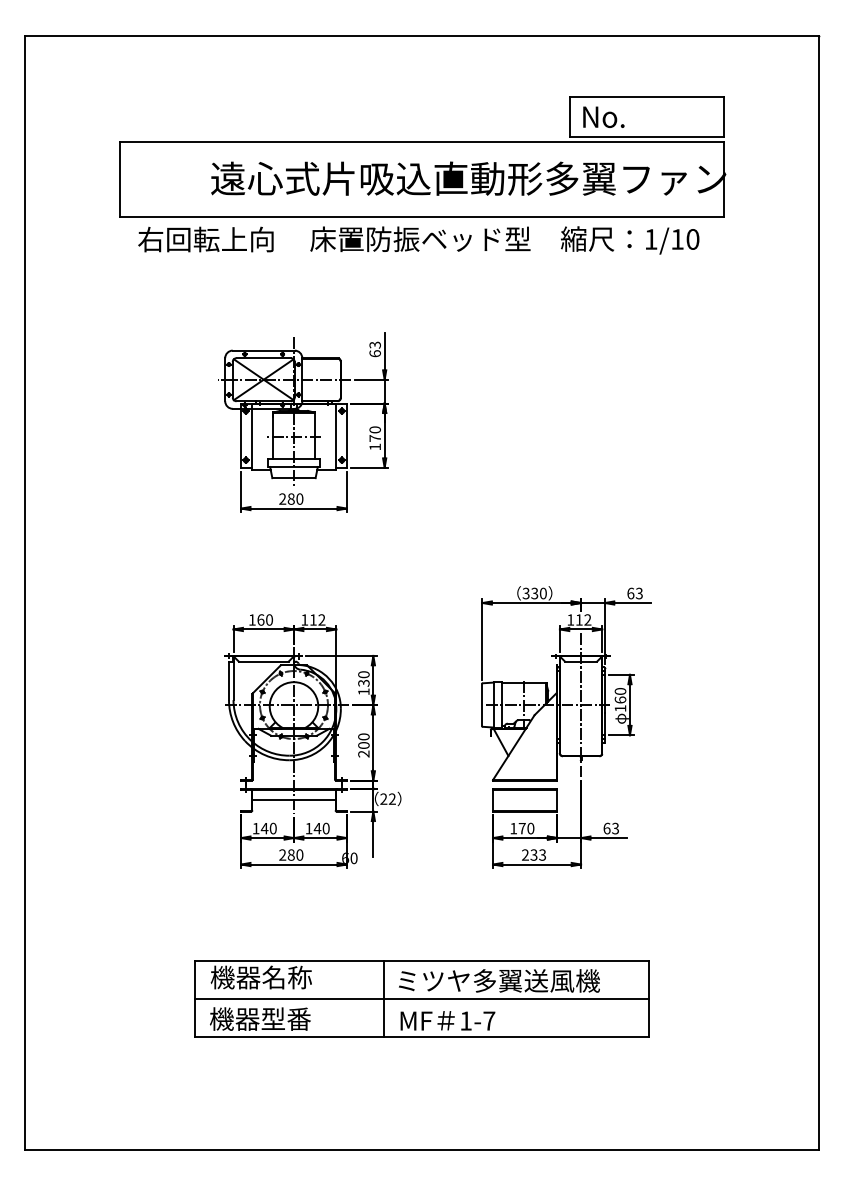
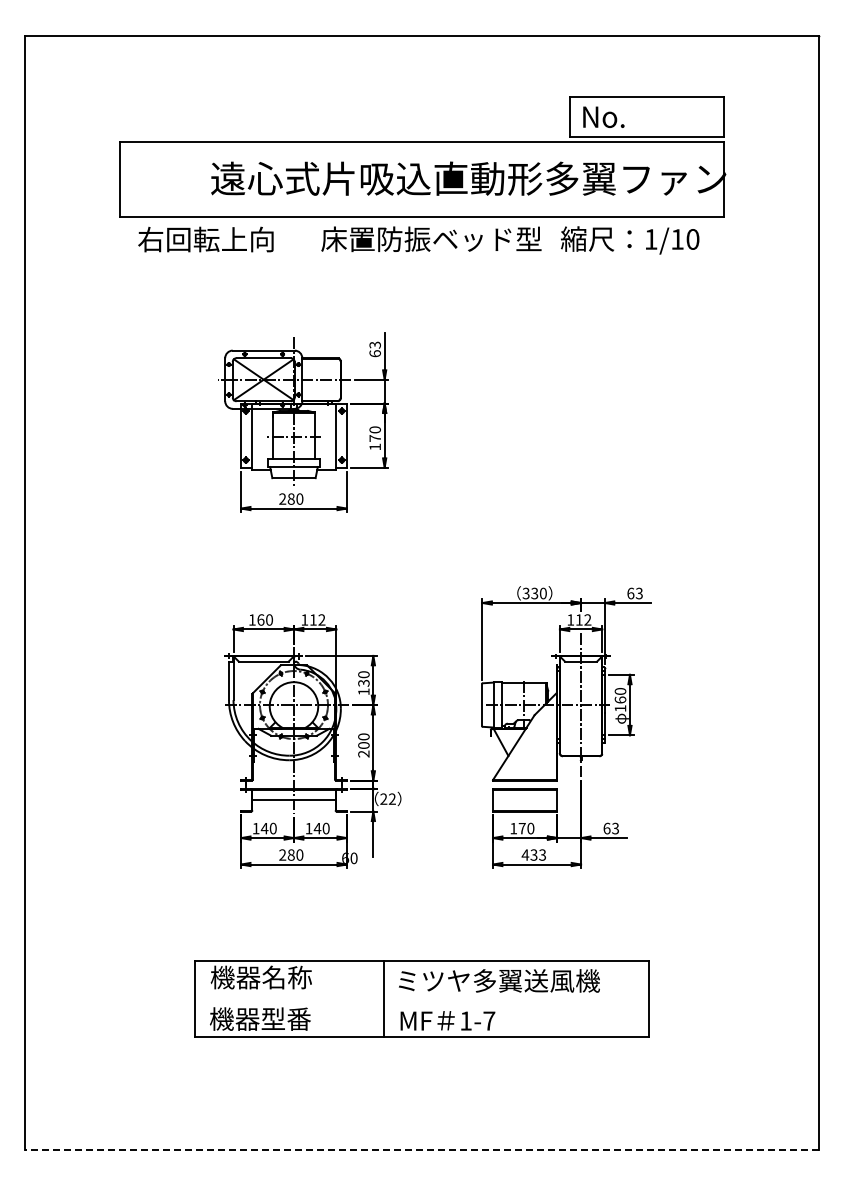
text at (420, 239) position: (420, 239) -> (431, 239)
text at (525, 854): 233 -> 433
line at (421, 999): present -> none
line at (421, 1150): solid -> dashed
